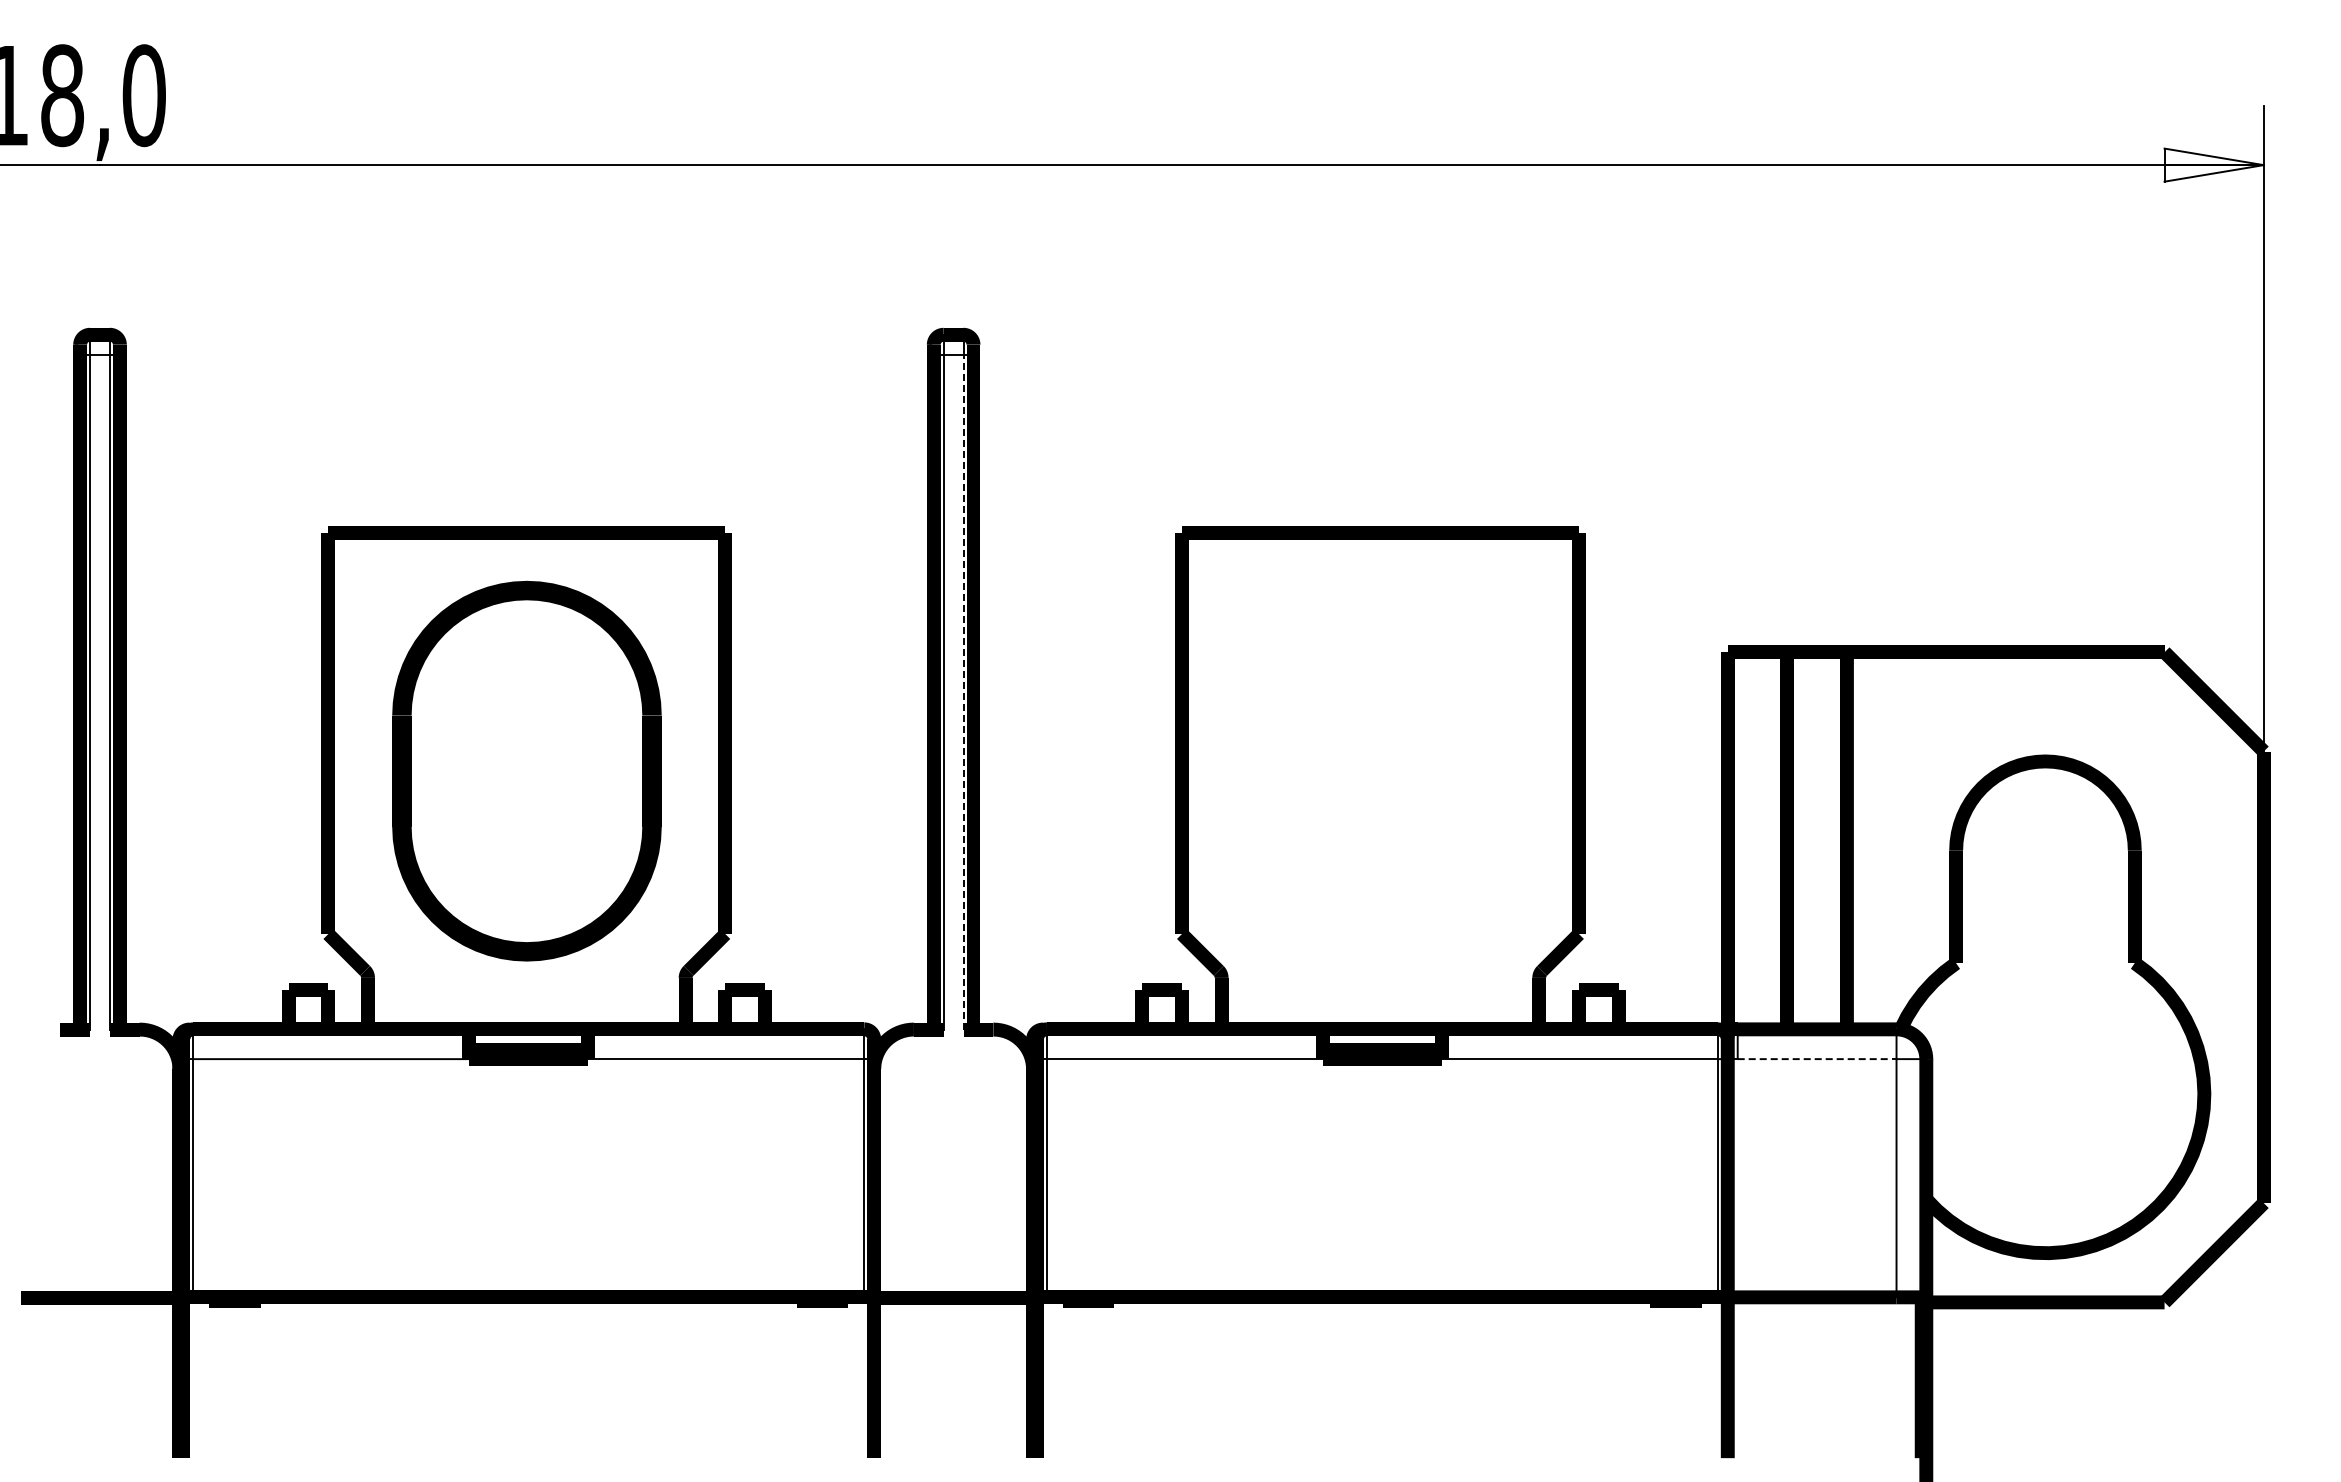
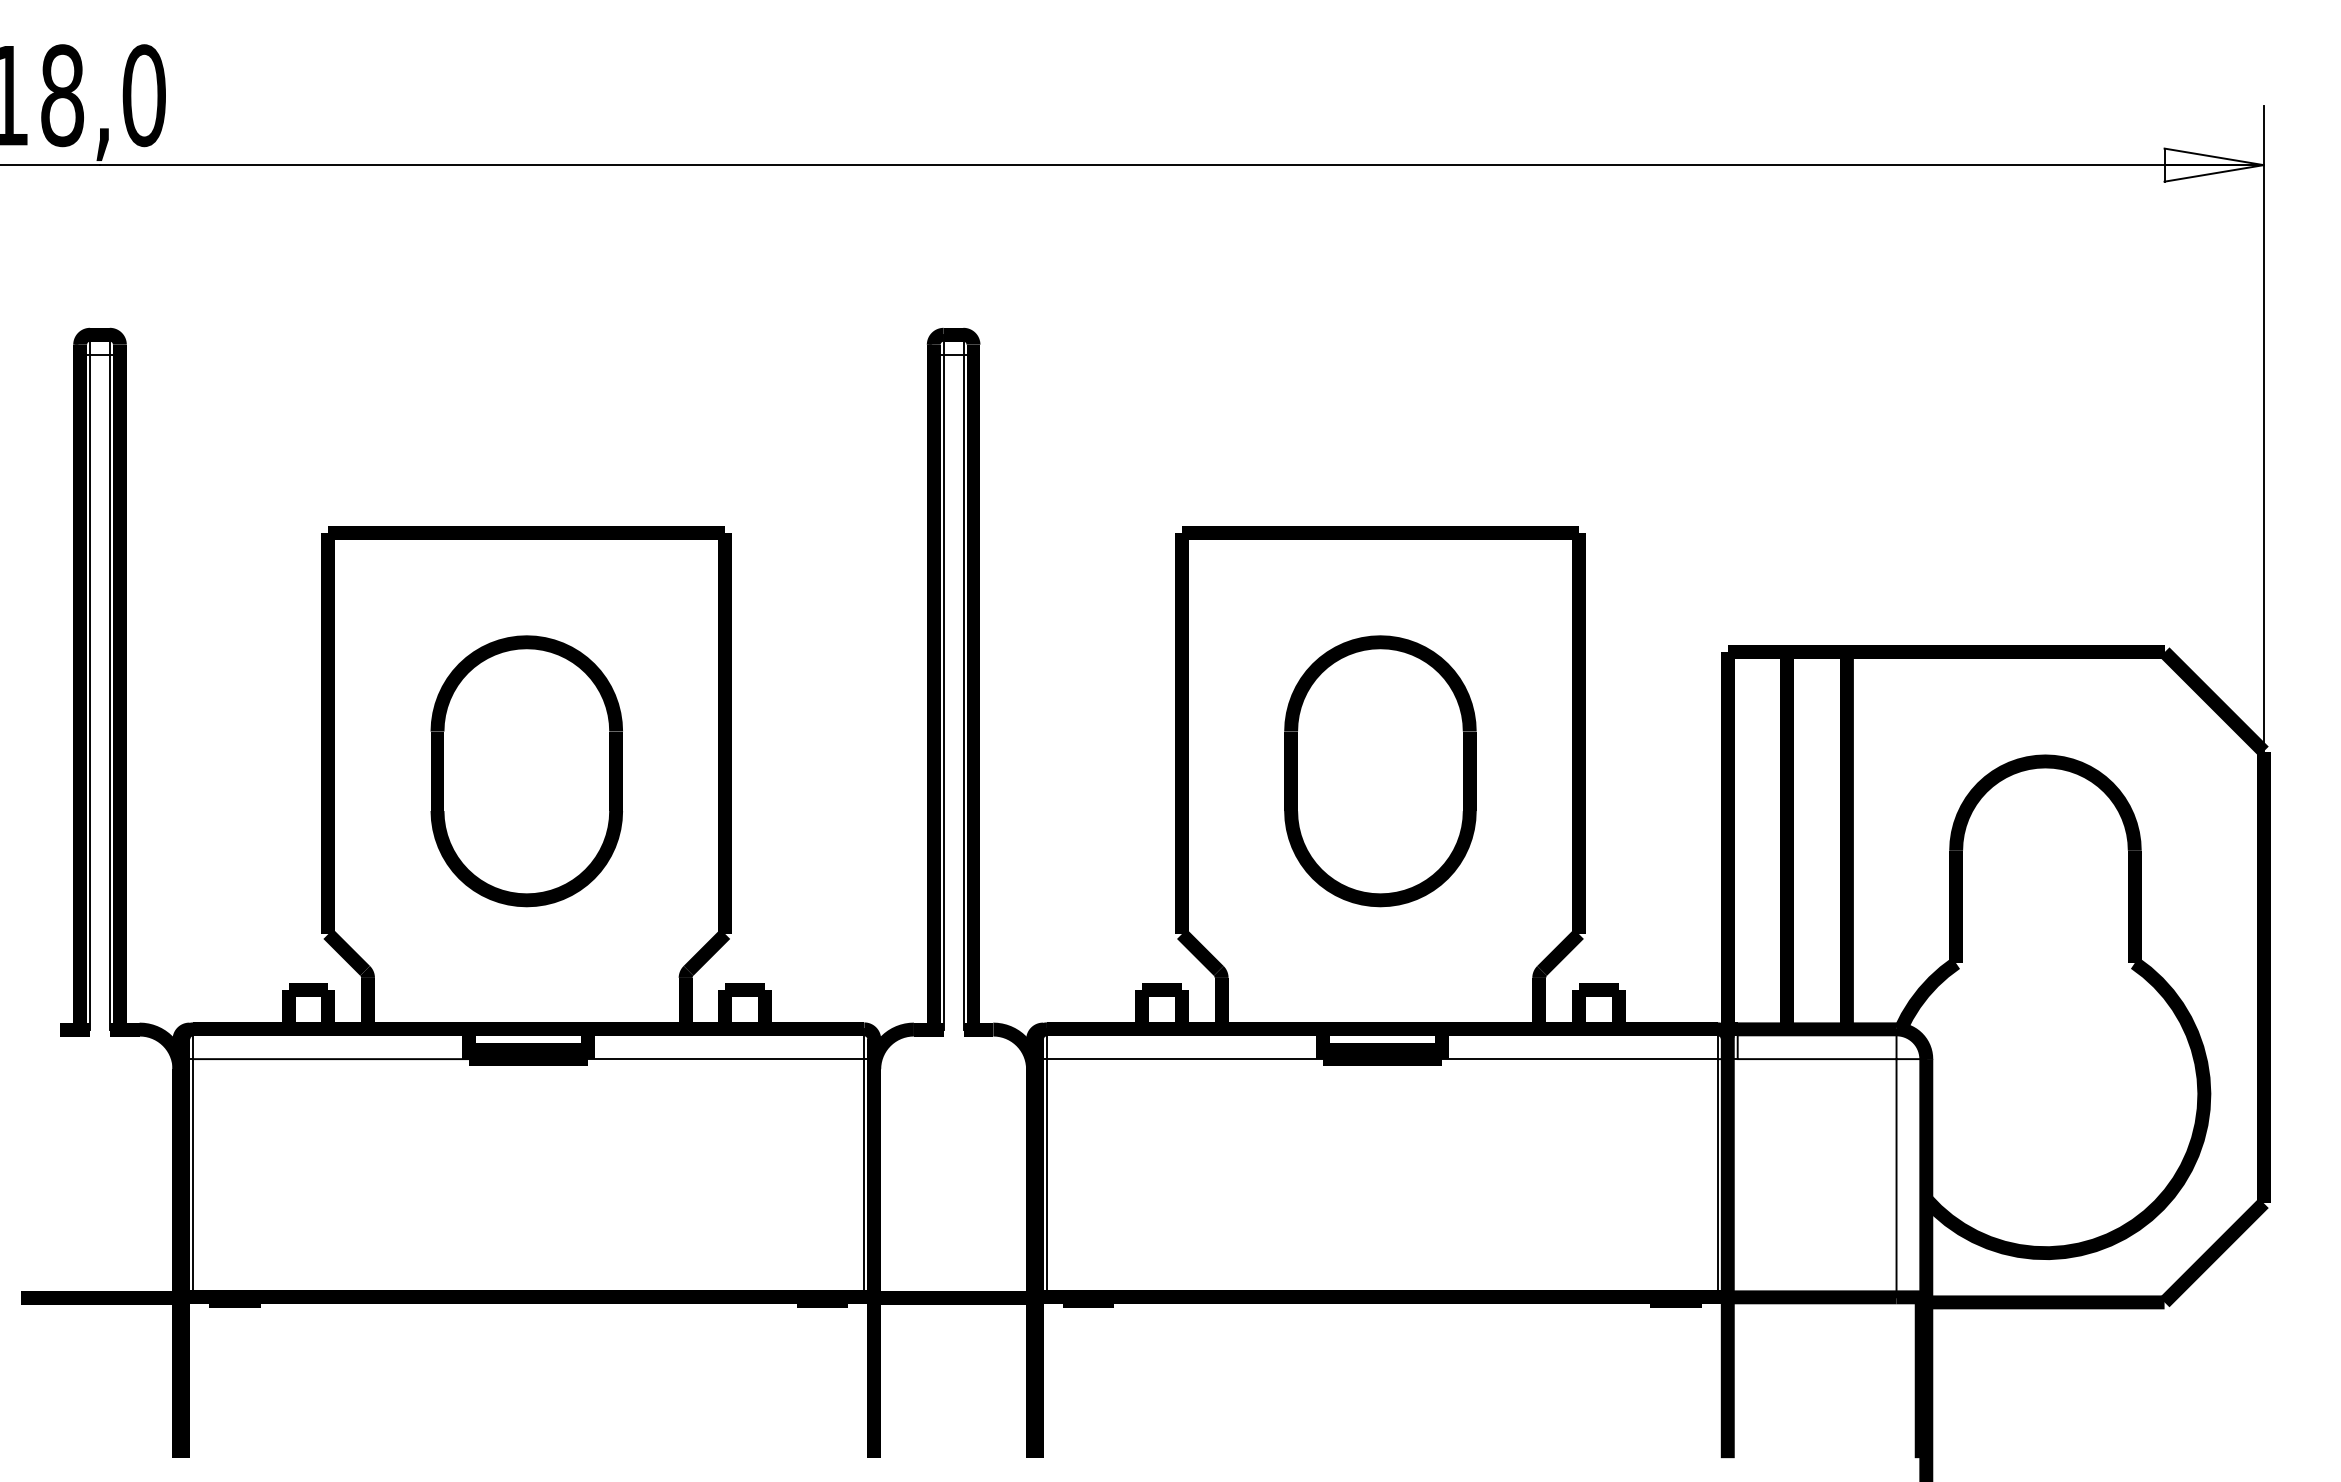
line at (963, 691): dashed -> solid
part at (526, 770) size: 270x382 px -> 193x273 px
part at (1380, 771): none -> present
line at (1817, 1059): dashed -> solid
